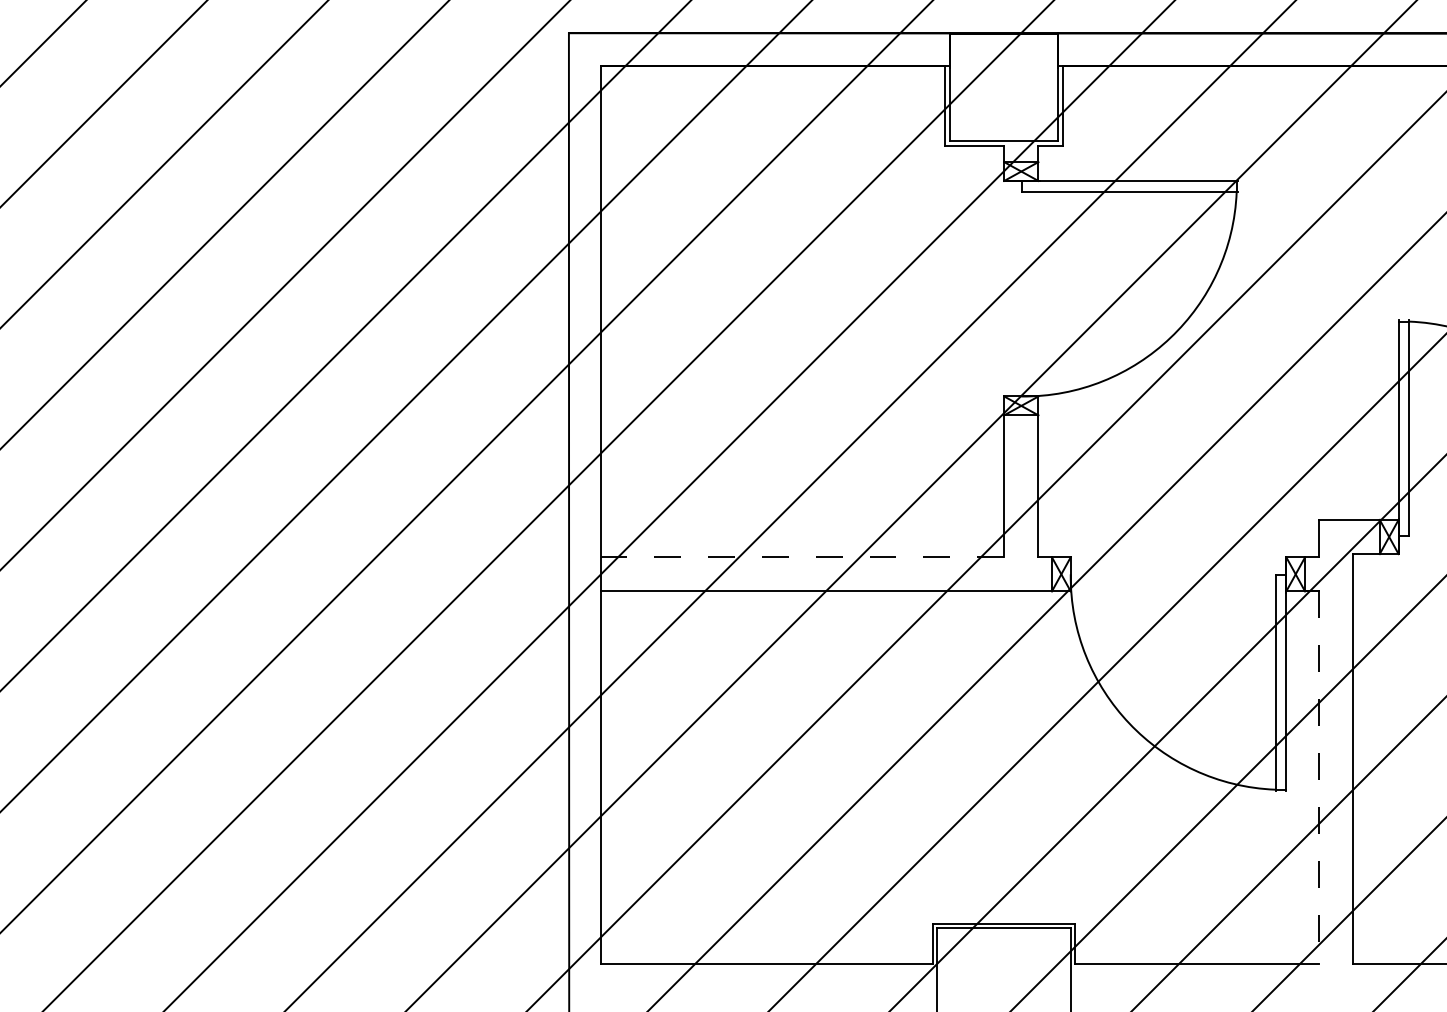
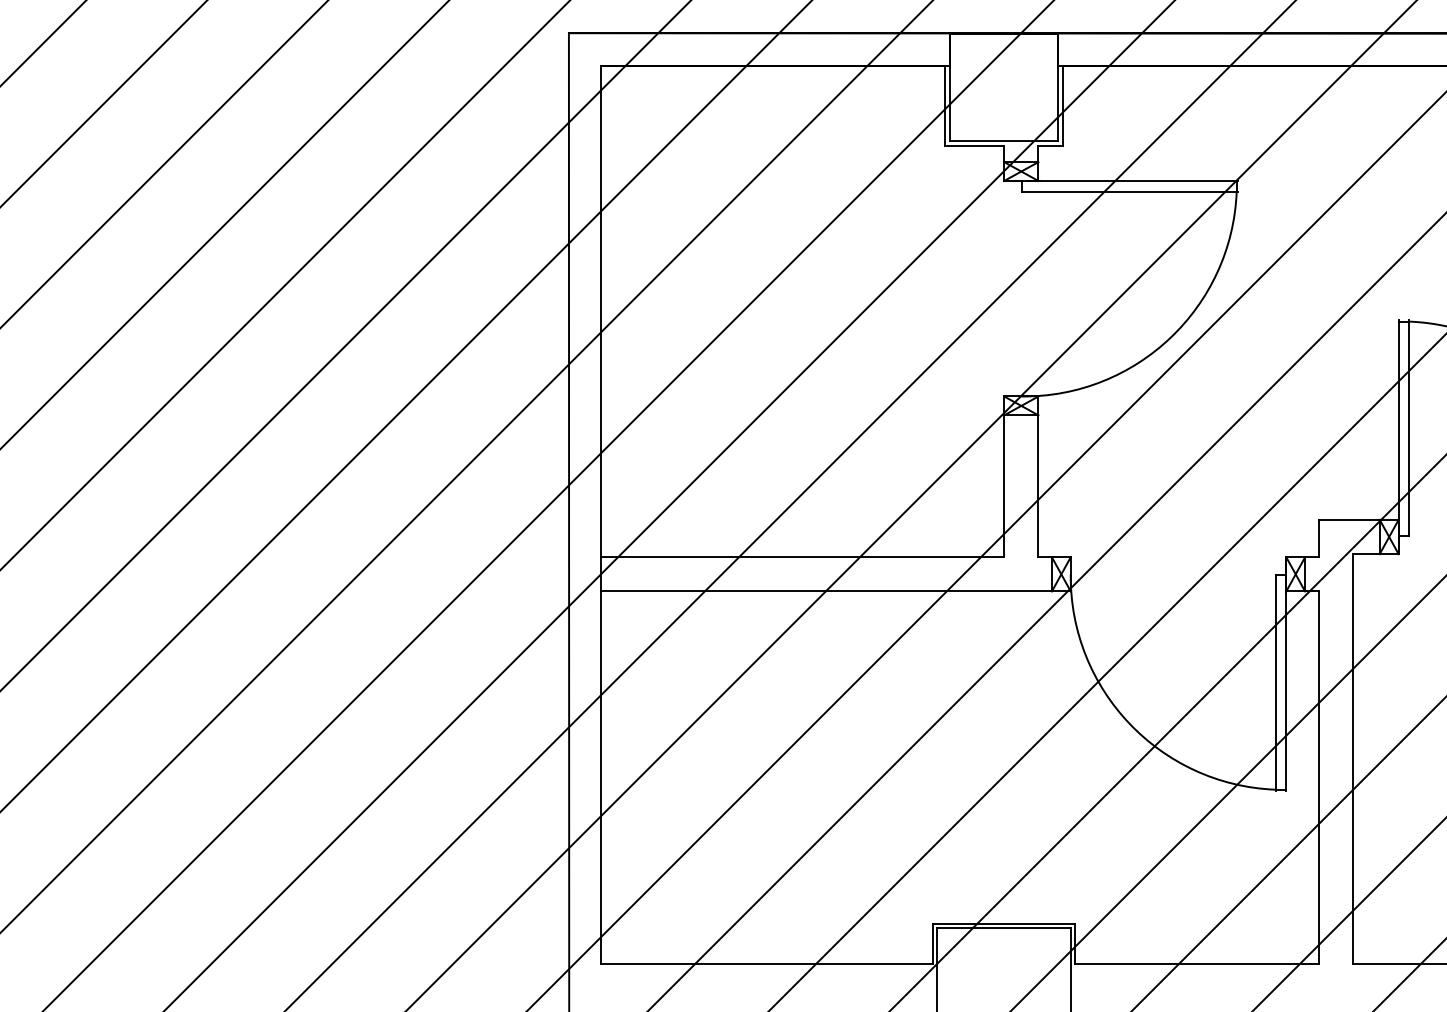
line at (802, 557): dashed -> solid
line at (1318, 778): dashed -> solid
